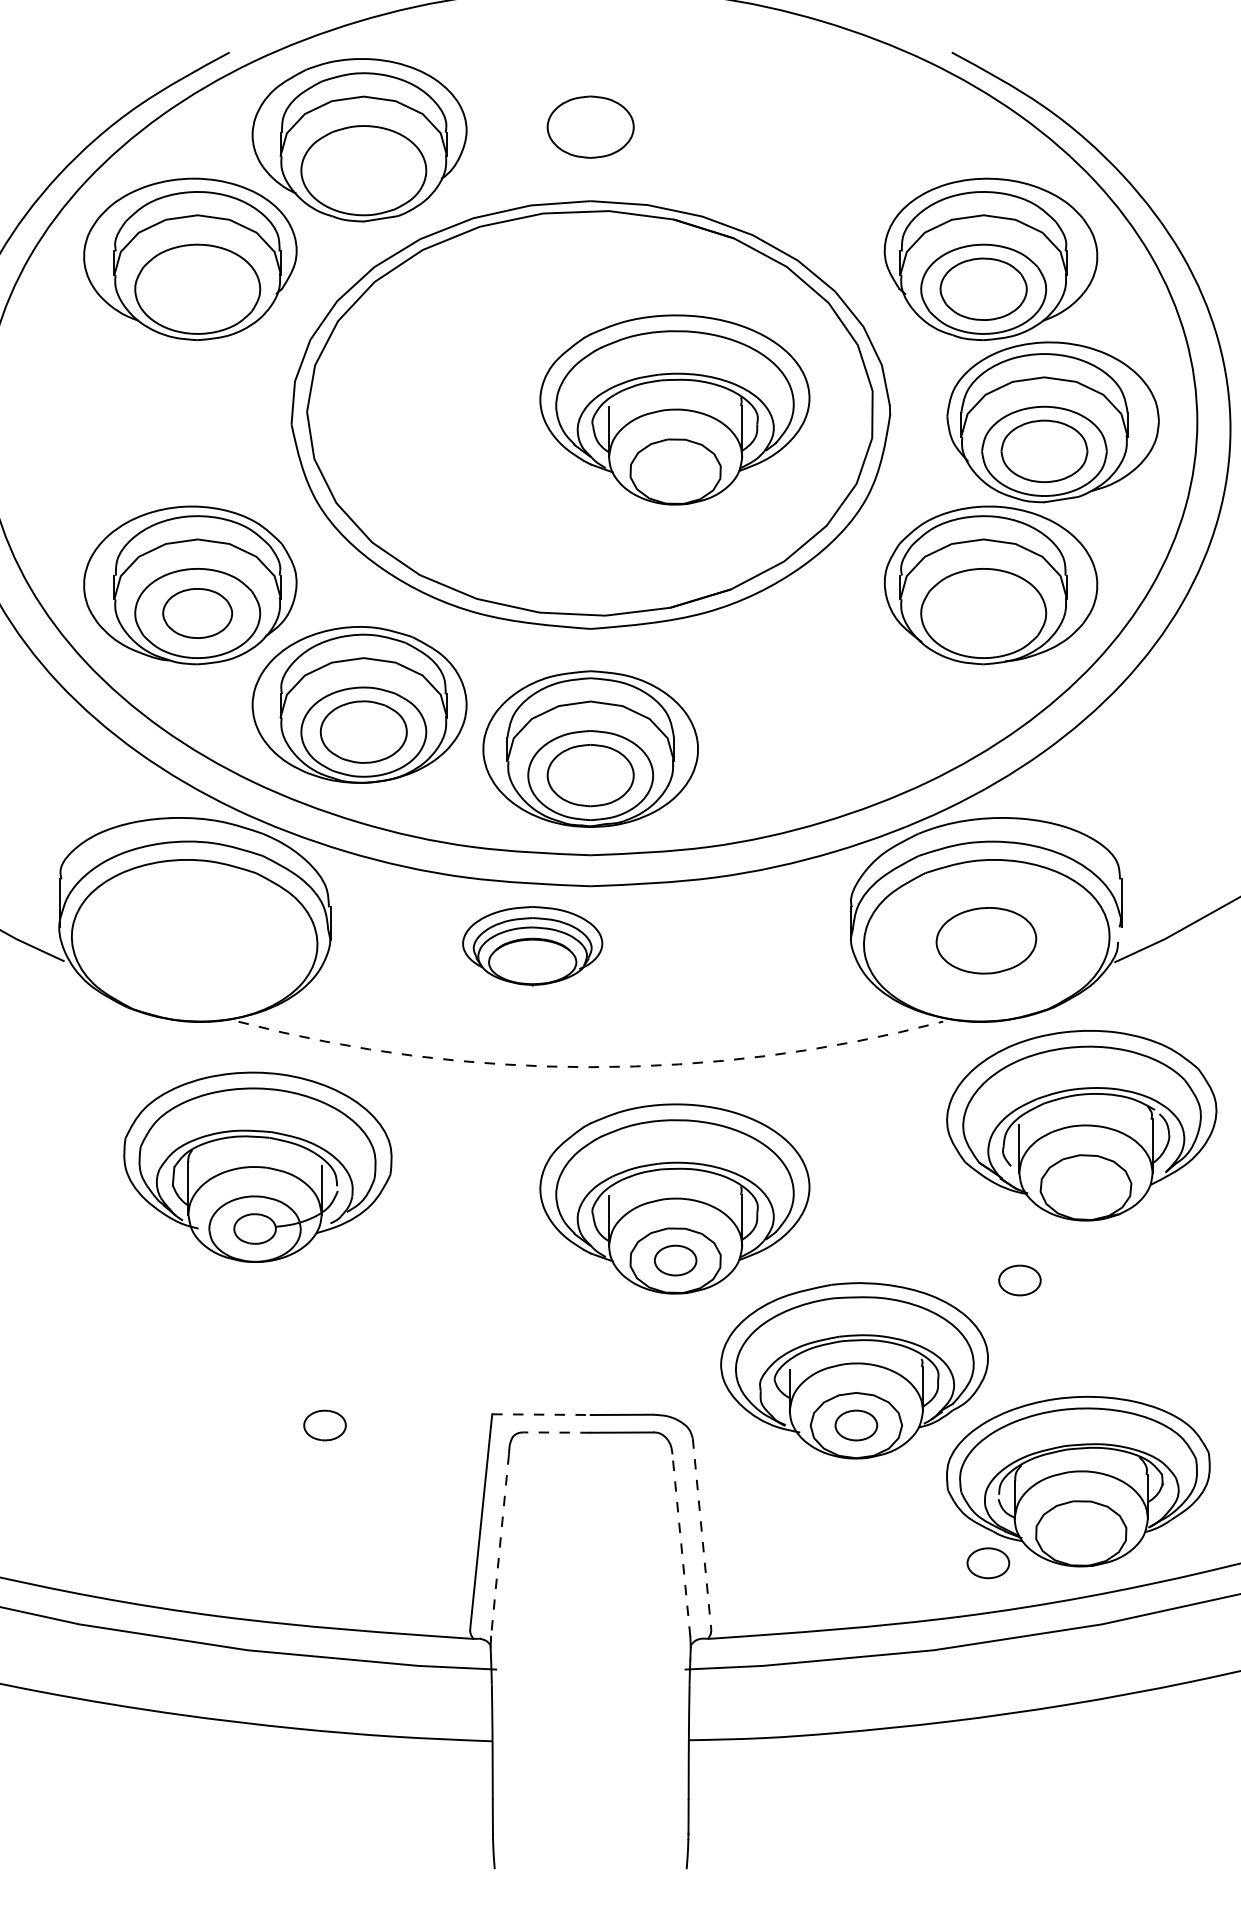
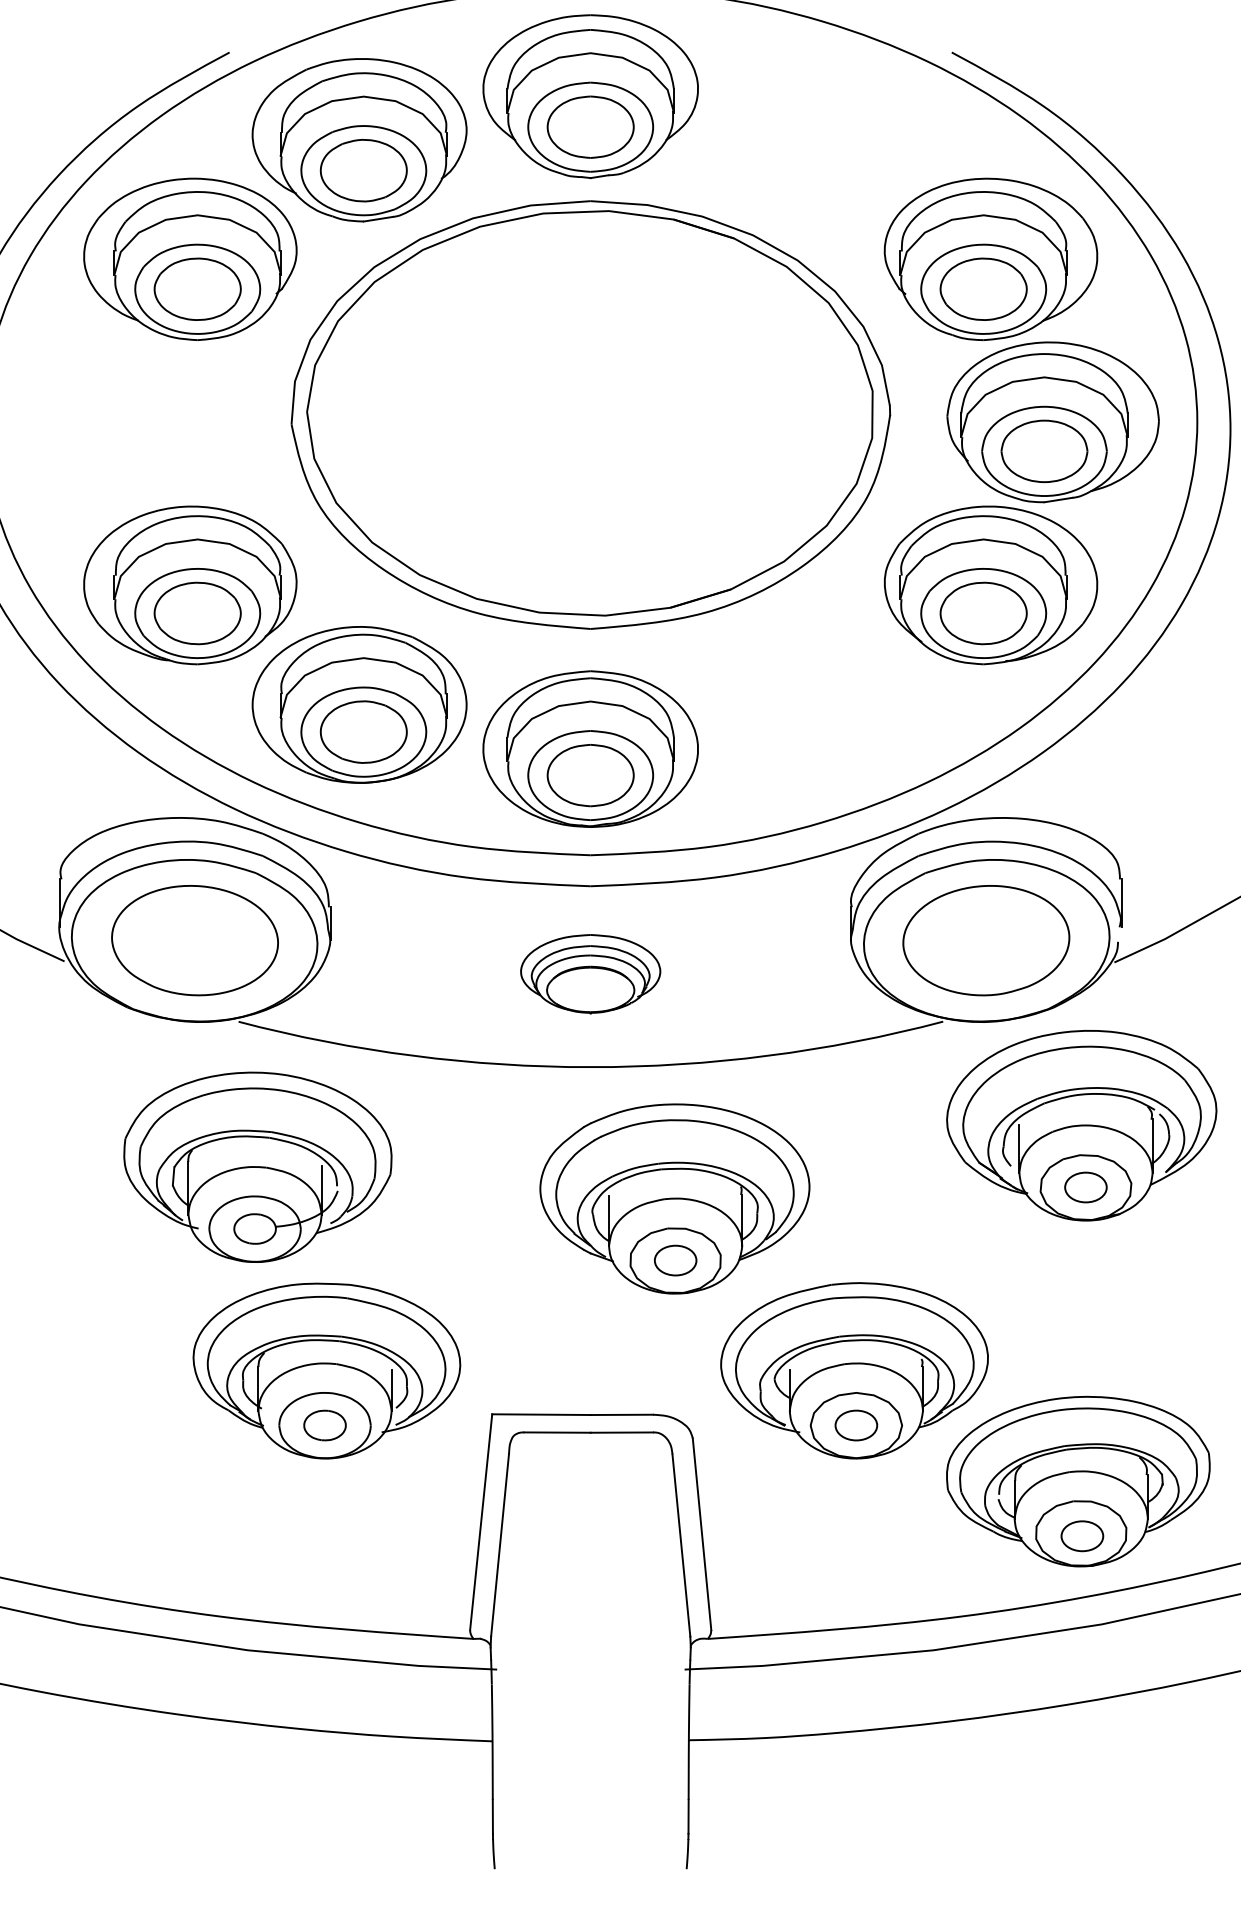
part at (590, 96): none -> present
part at (363, 170): none -> present
part at (197, 288): none -> present
part at (674, 409): present -> none
part at (197, 613) size: 72x51 px -> 89x65 px
part at (983, 613): none -> present
part at (194, 940): none -> present
part at (986, 940) size: 103x68 px -> 169x112 px
part at (532, 946) position: (532, 946) -> (590, 974)
arc at (590, 1067): dashed -> solid
part at (1019, 1280) position: (1019, 1280) -> (1085, 1187)
part at (326, 1370): none -> present
line at (541, 1414): dashed -> solid
line at (557, 1432): dashed -> solid
line at (702, 1534): dashed -> solid
line at (500, 1545): dashed -> solid
line at (681, 1545): dashed -> solid
part at (988, 1563) position: (988, 1563) -> (1082, 1536)
